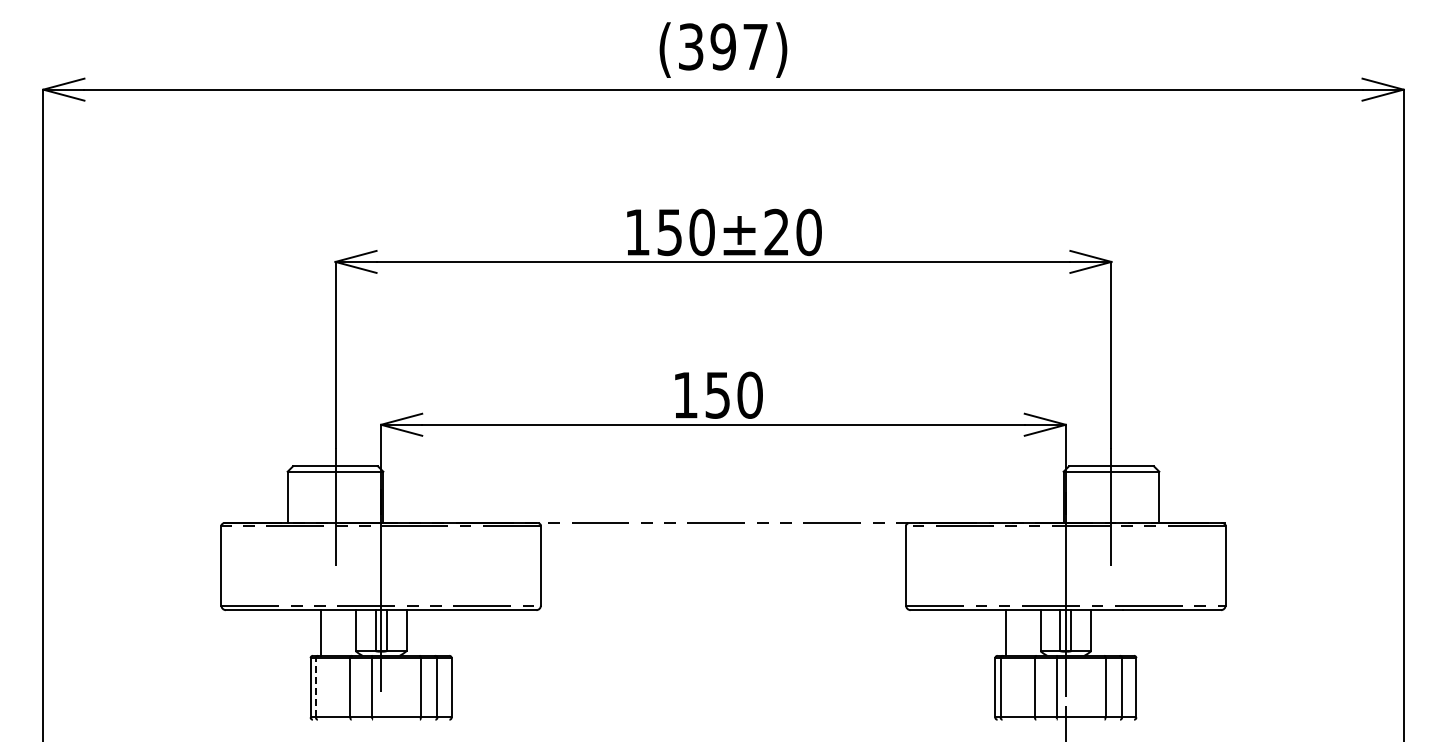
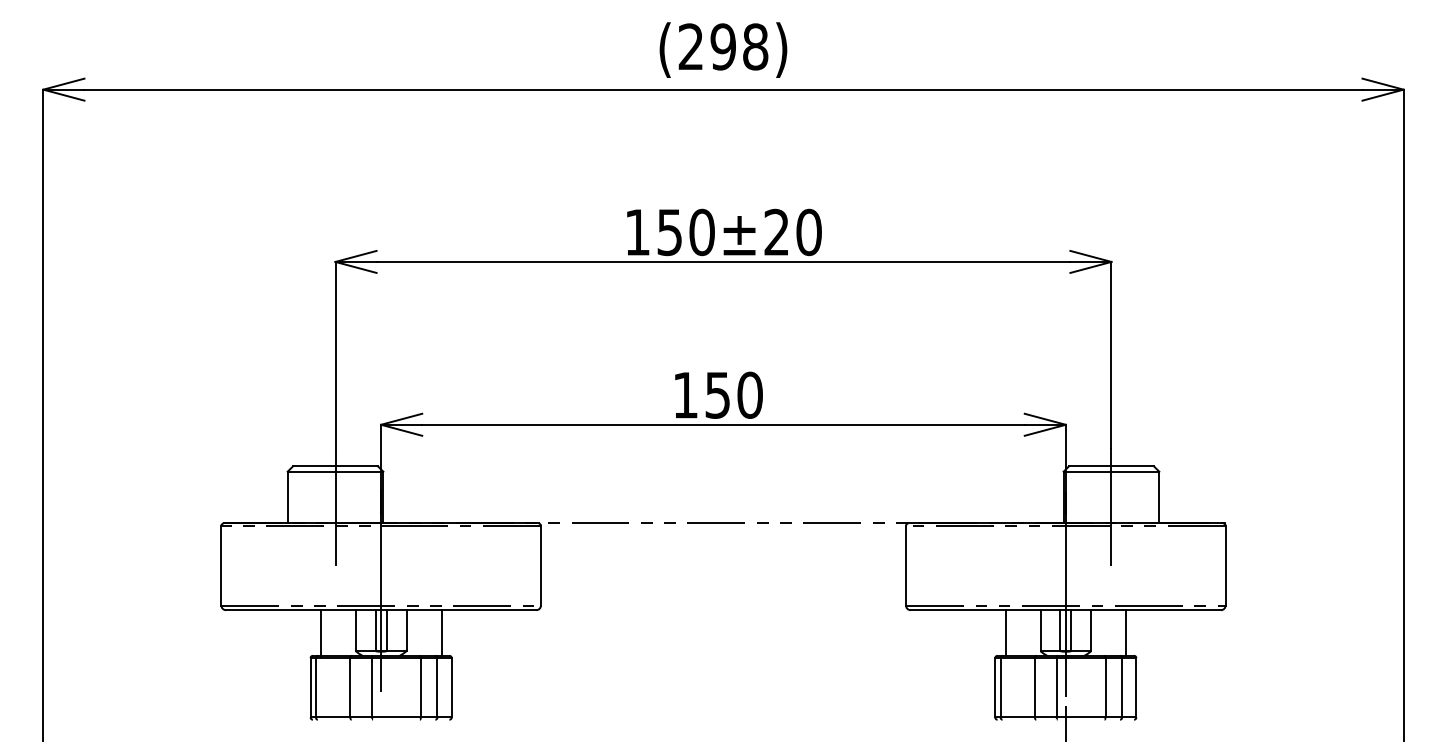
text at (723, 46): (397) -> (298)
line at (441, 632): none -> present
line at (1126, 632): none -> present
line at (315, 687): dashed -> solid
